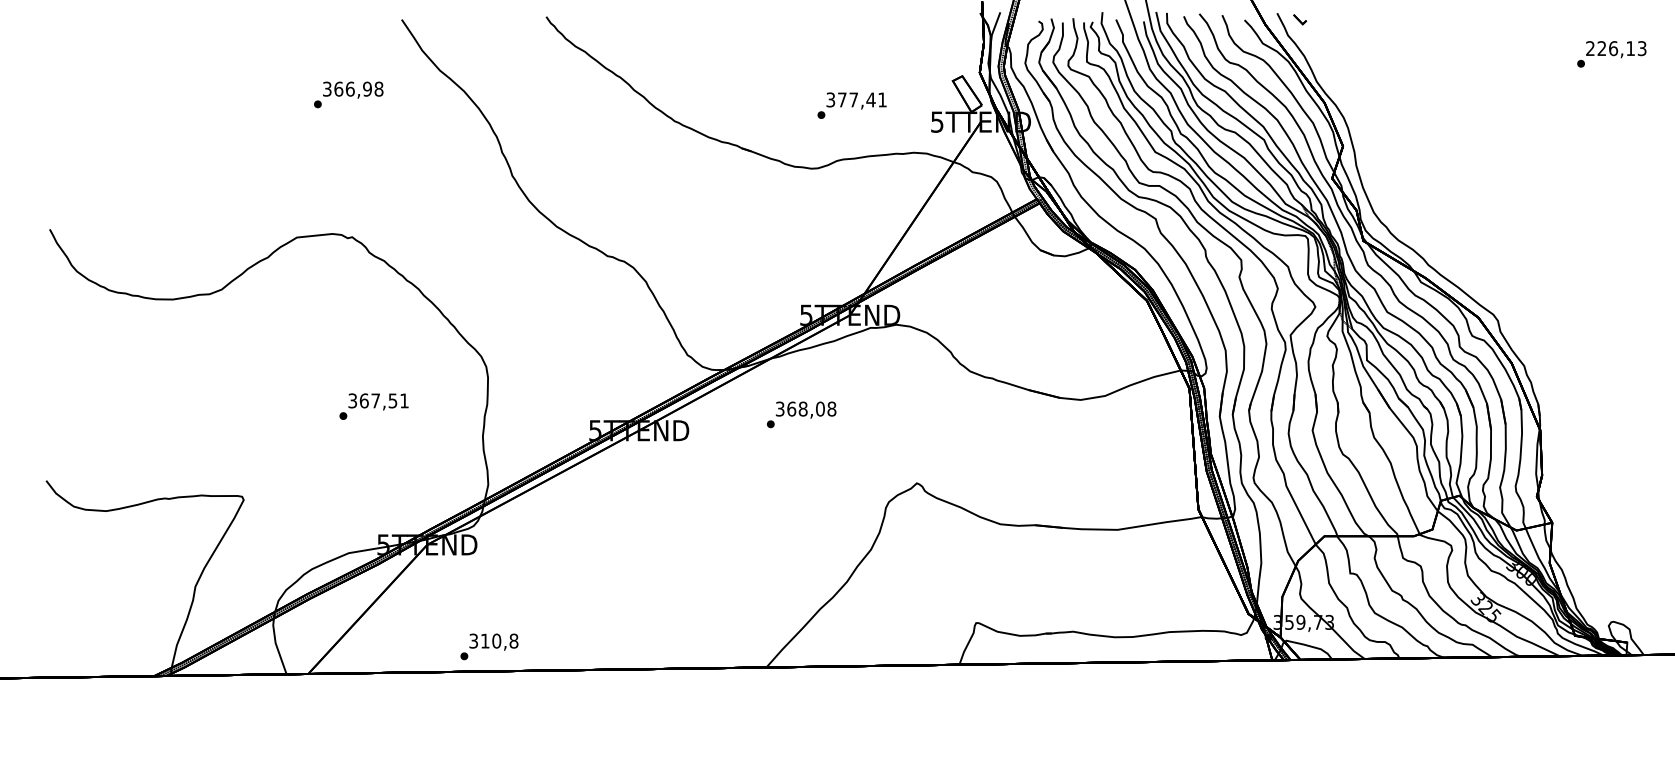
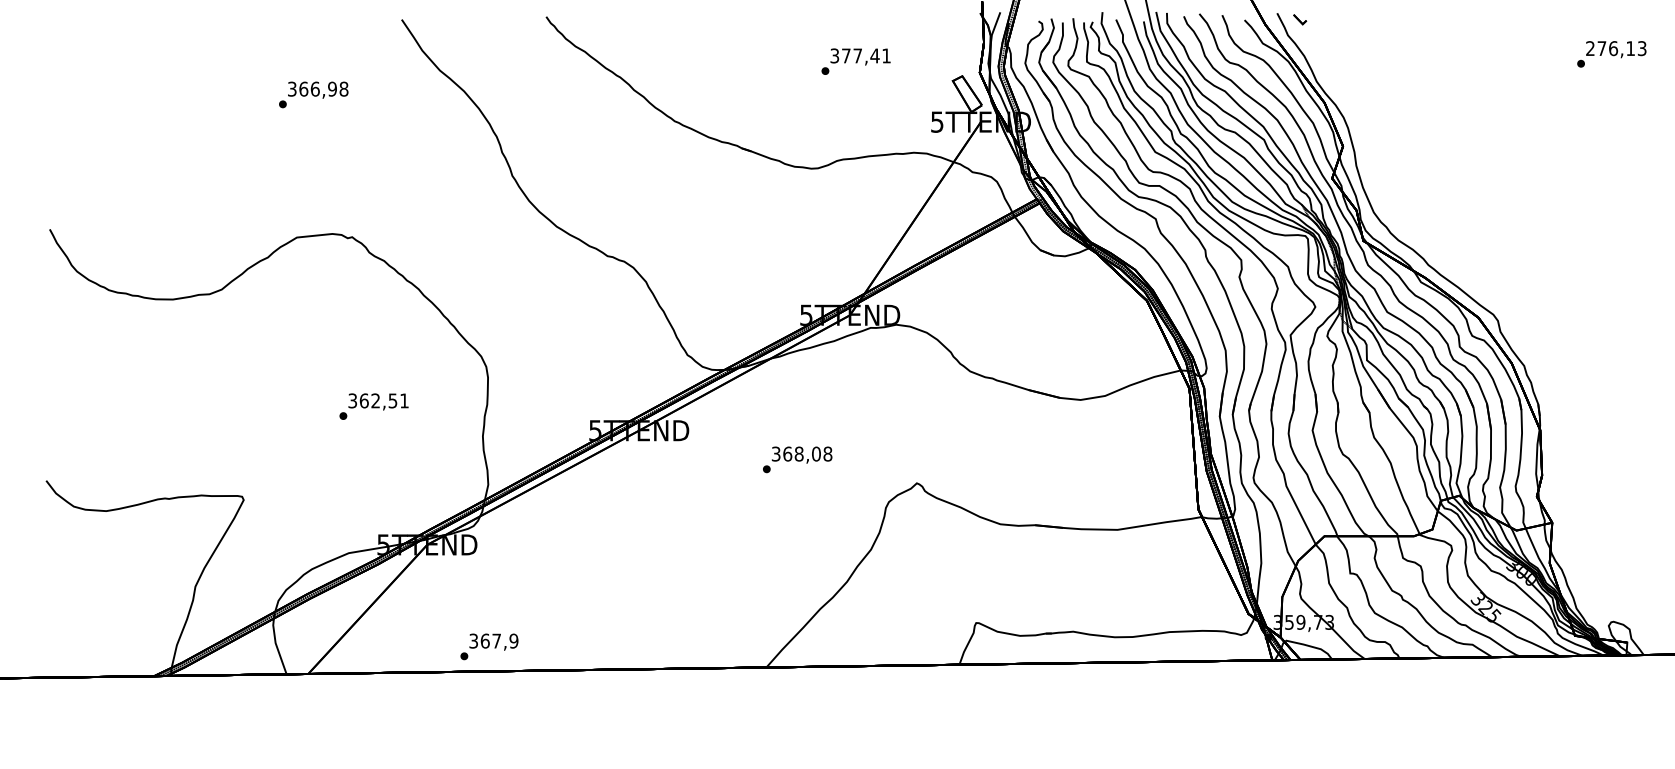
text at (1601, 48): 226,13 -> 276,13
text at (348, 94) position: (348, 94) -> (313, 94)
text at (851, 105) position: (851, 105) -> (855, 61)
text at (375, 400): 367,51 -> 362,51
text at (801, 414) position: (801, 414) -> (797, 459)
text at (499, 640): 310,8 -> 367,9
